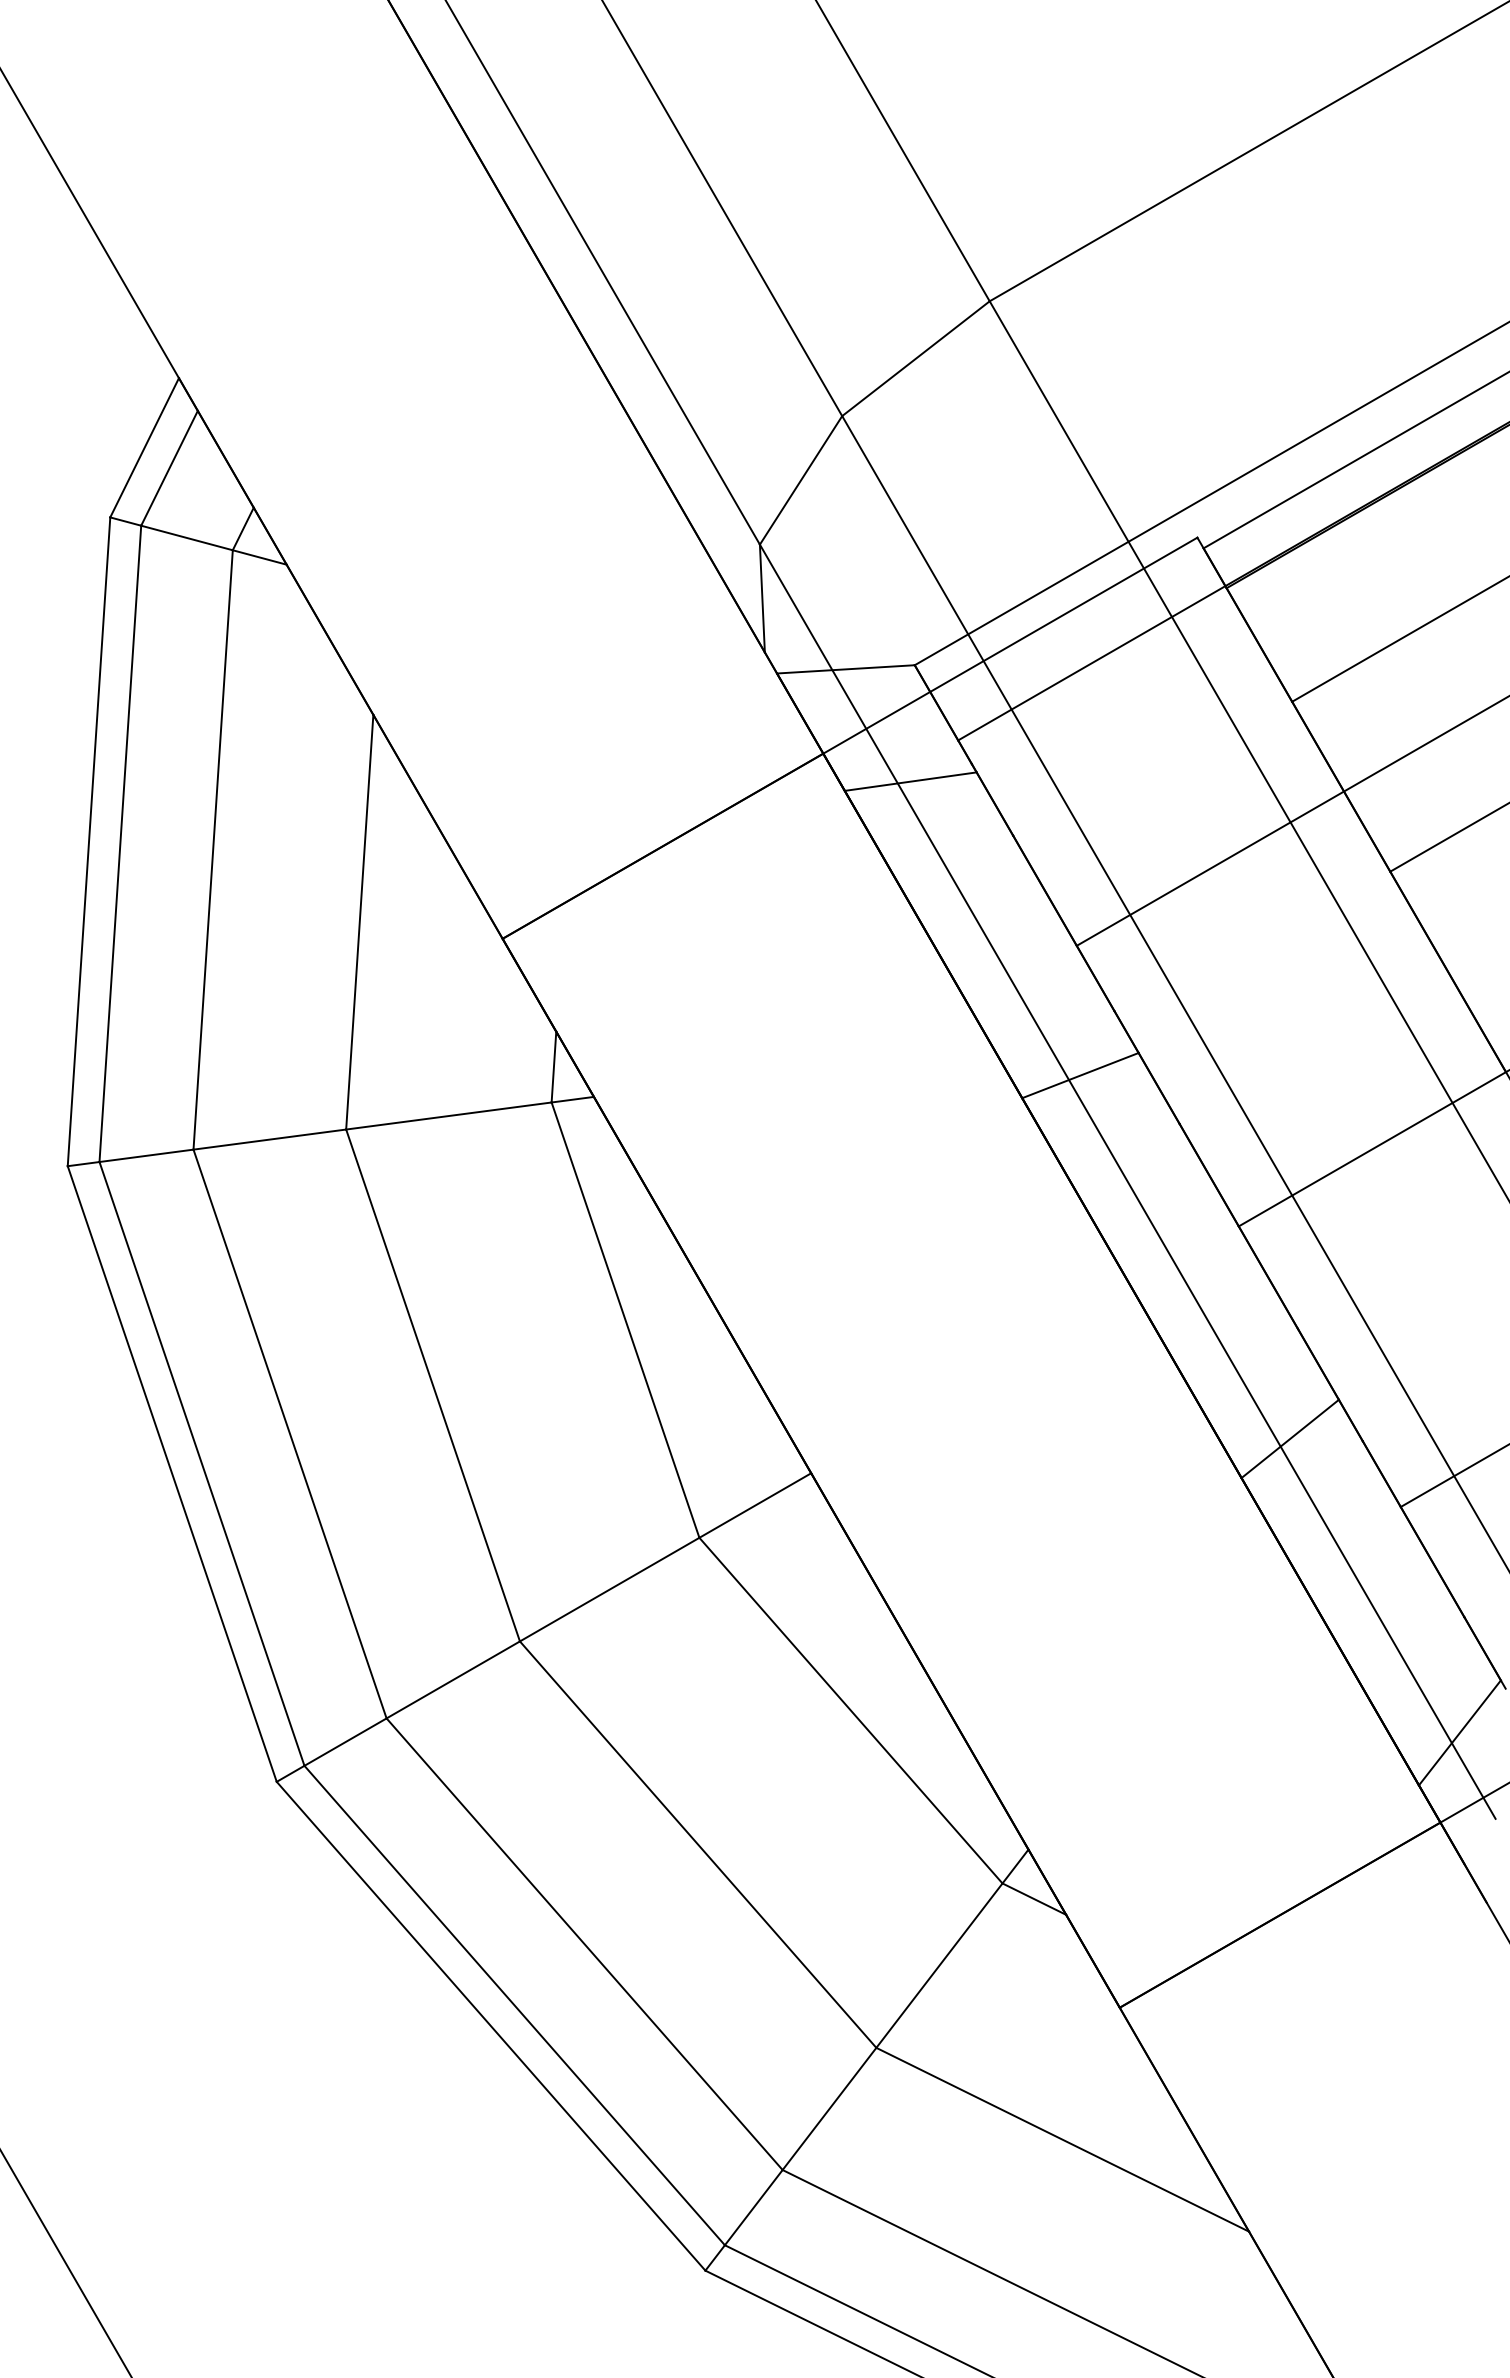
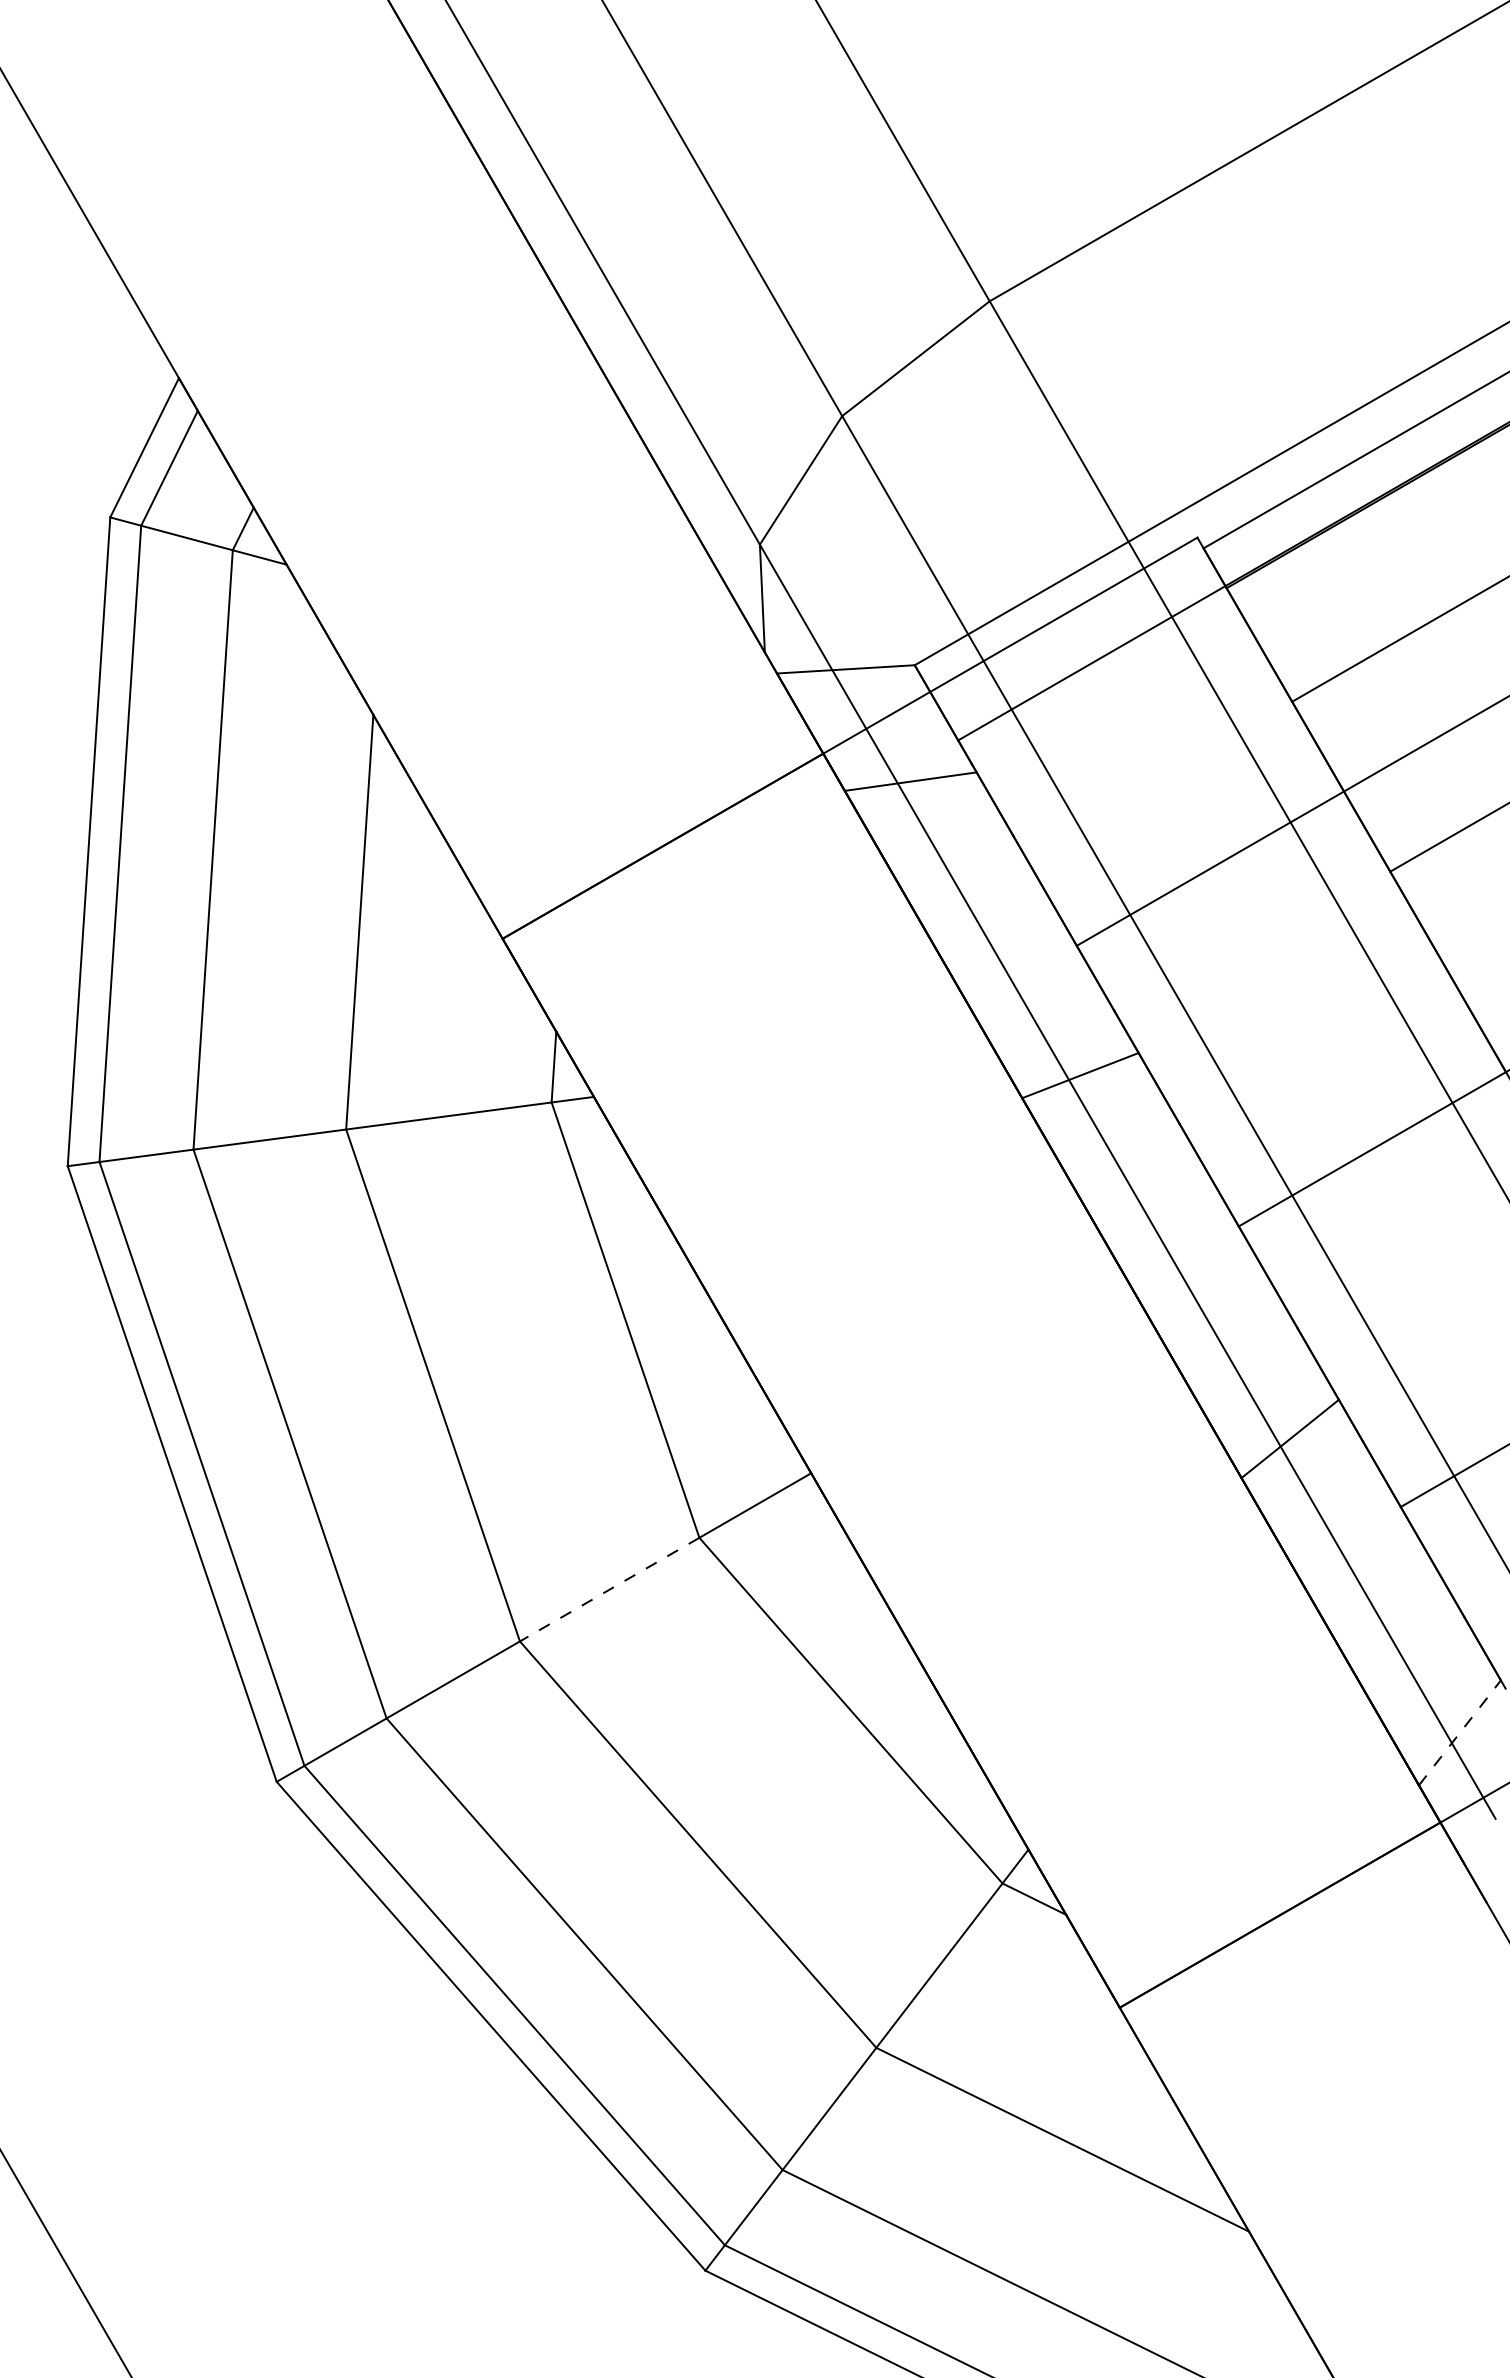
line at (609, 1589): solid -> dashed
line at (1459, 1732): solid -> dashed
